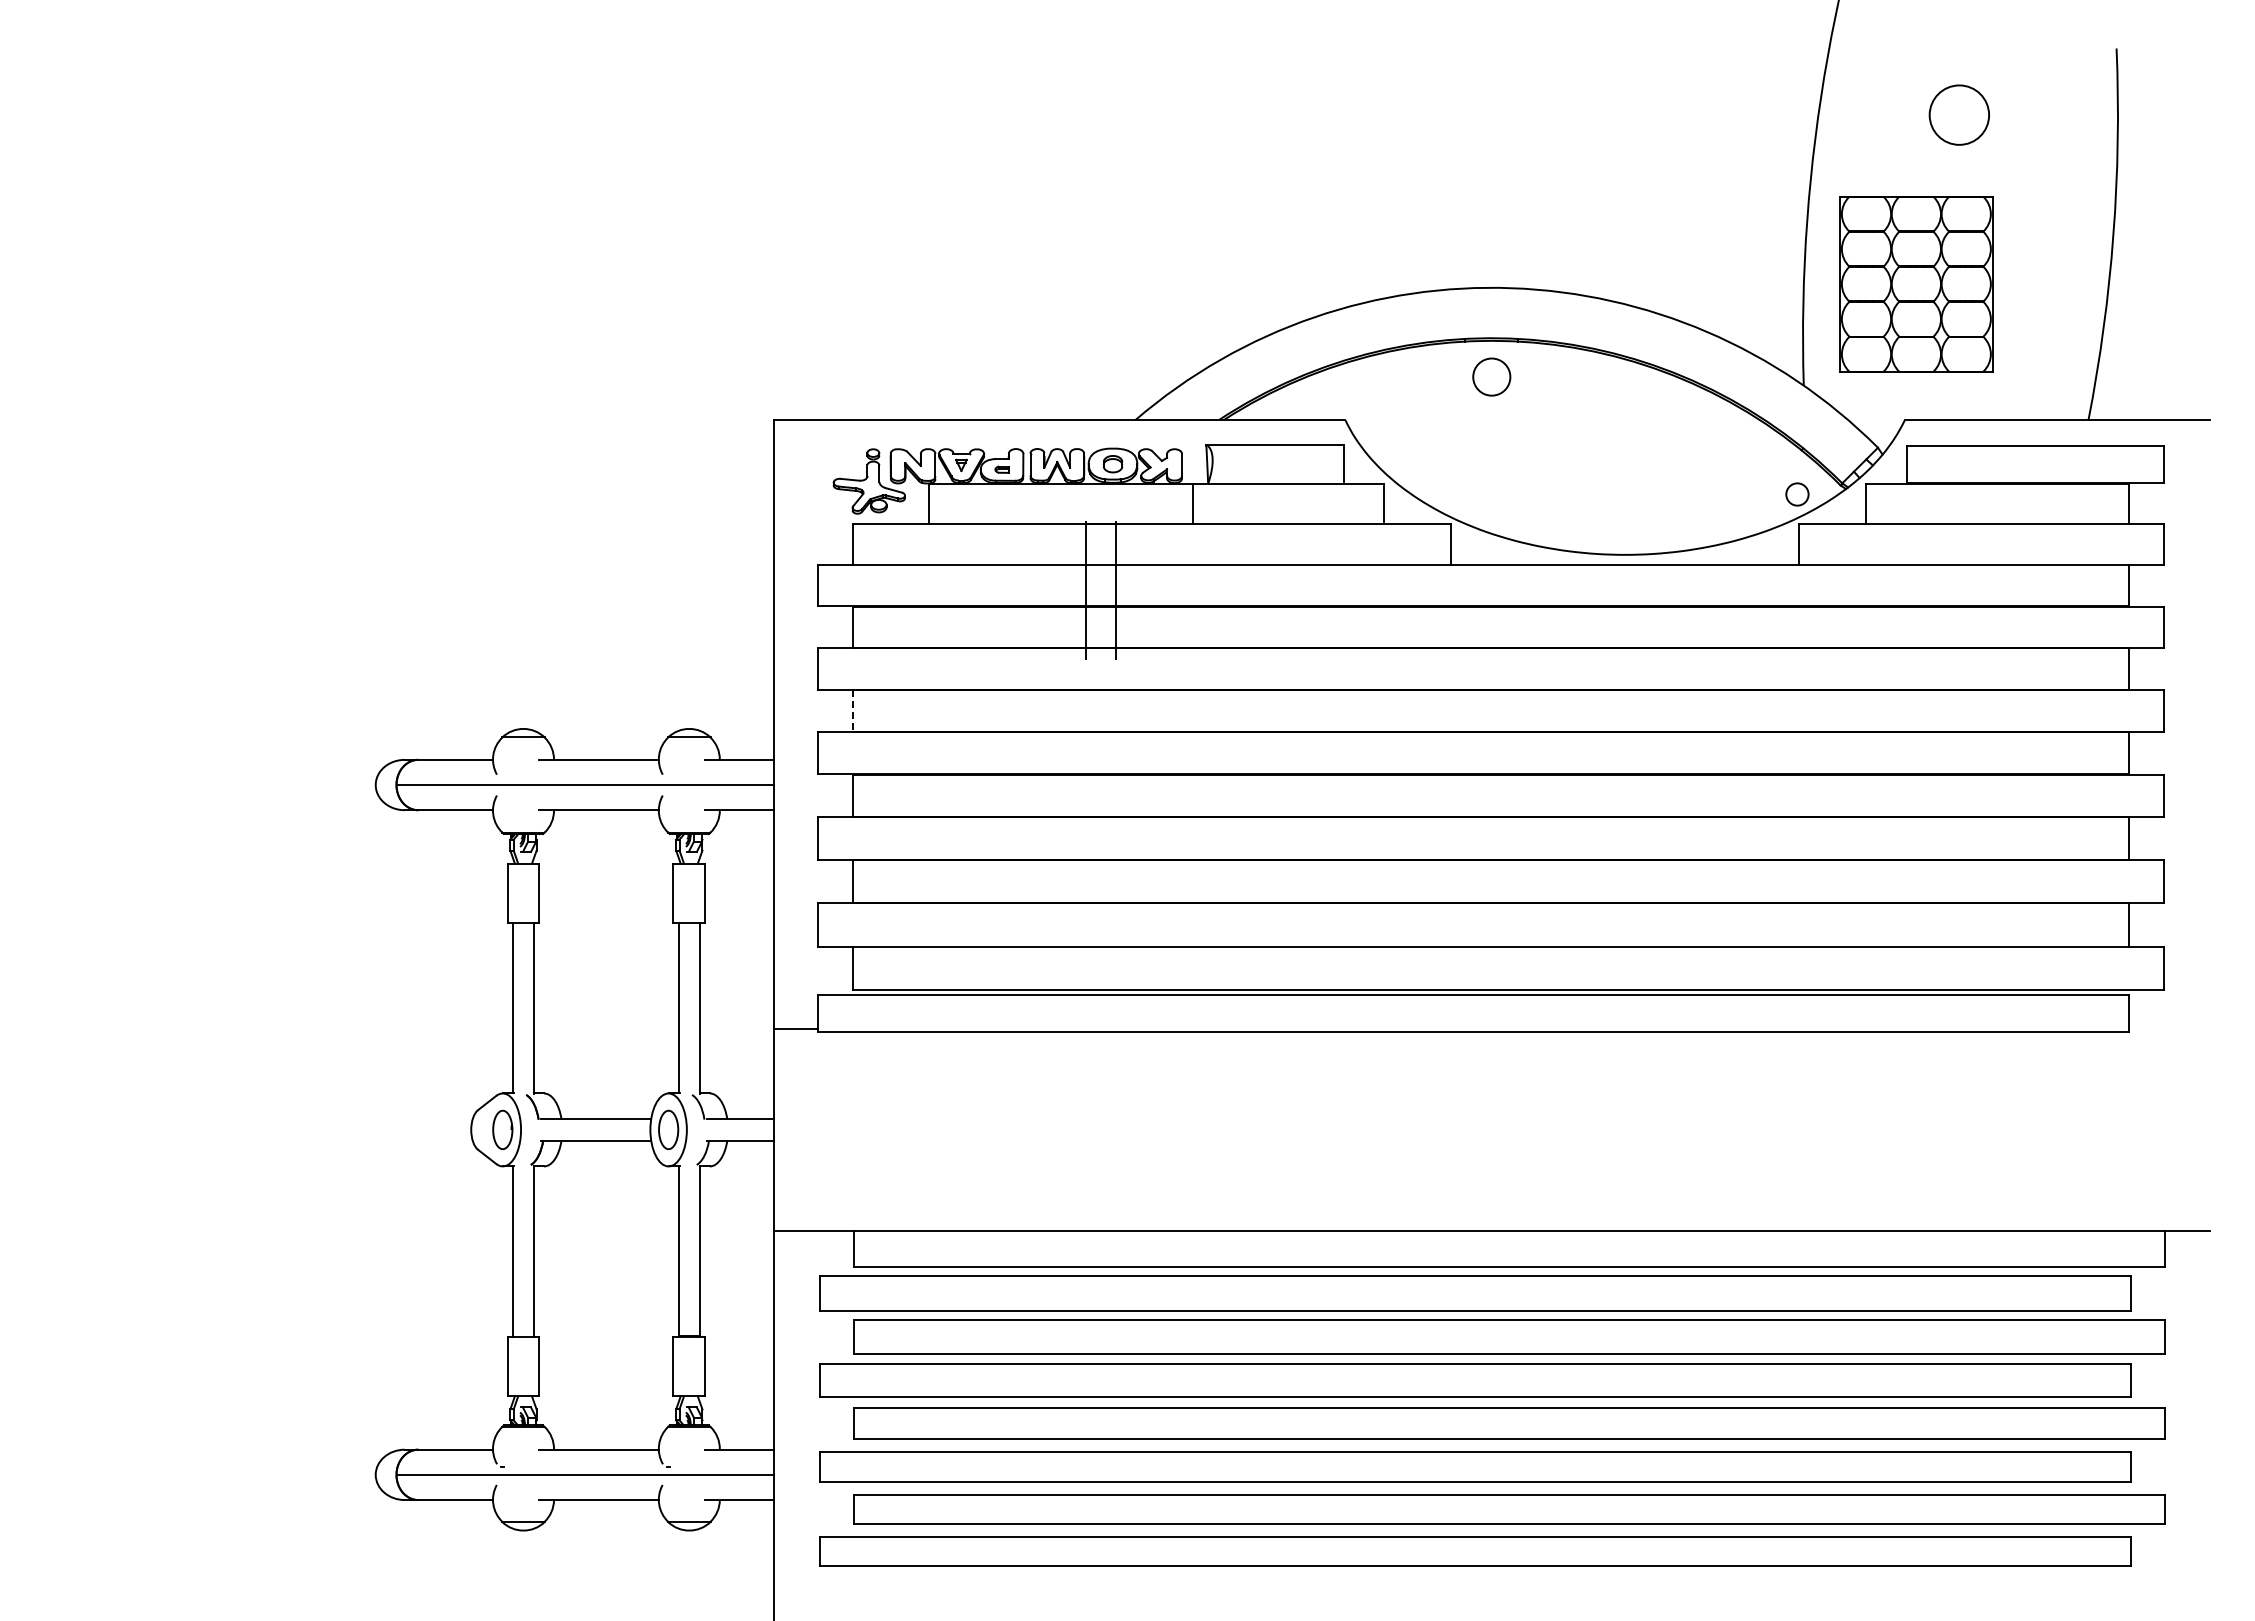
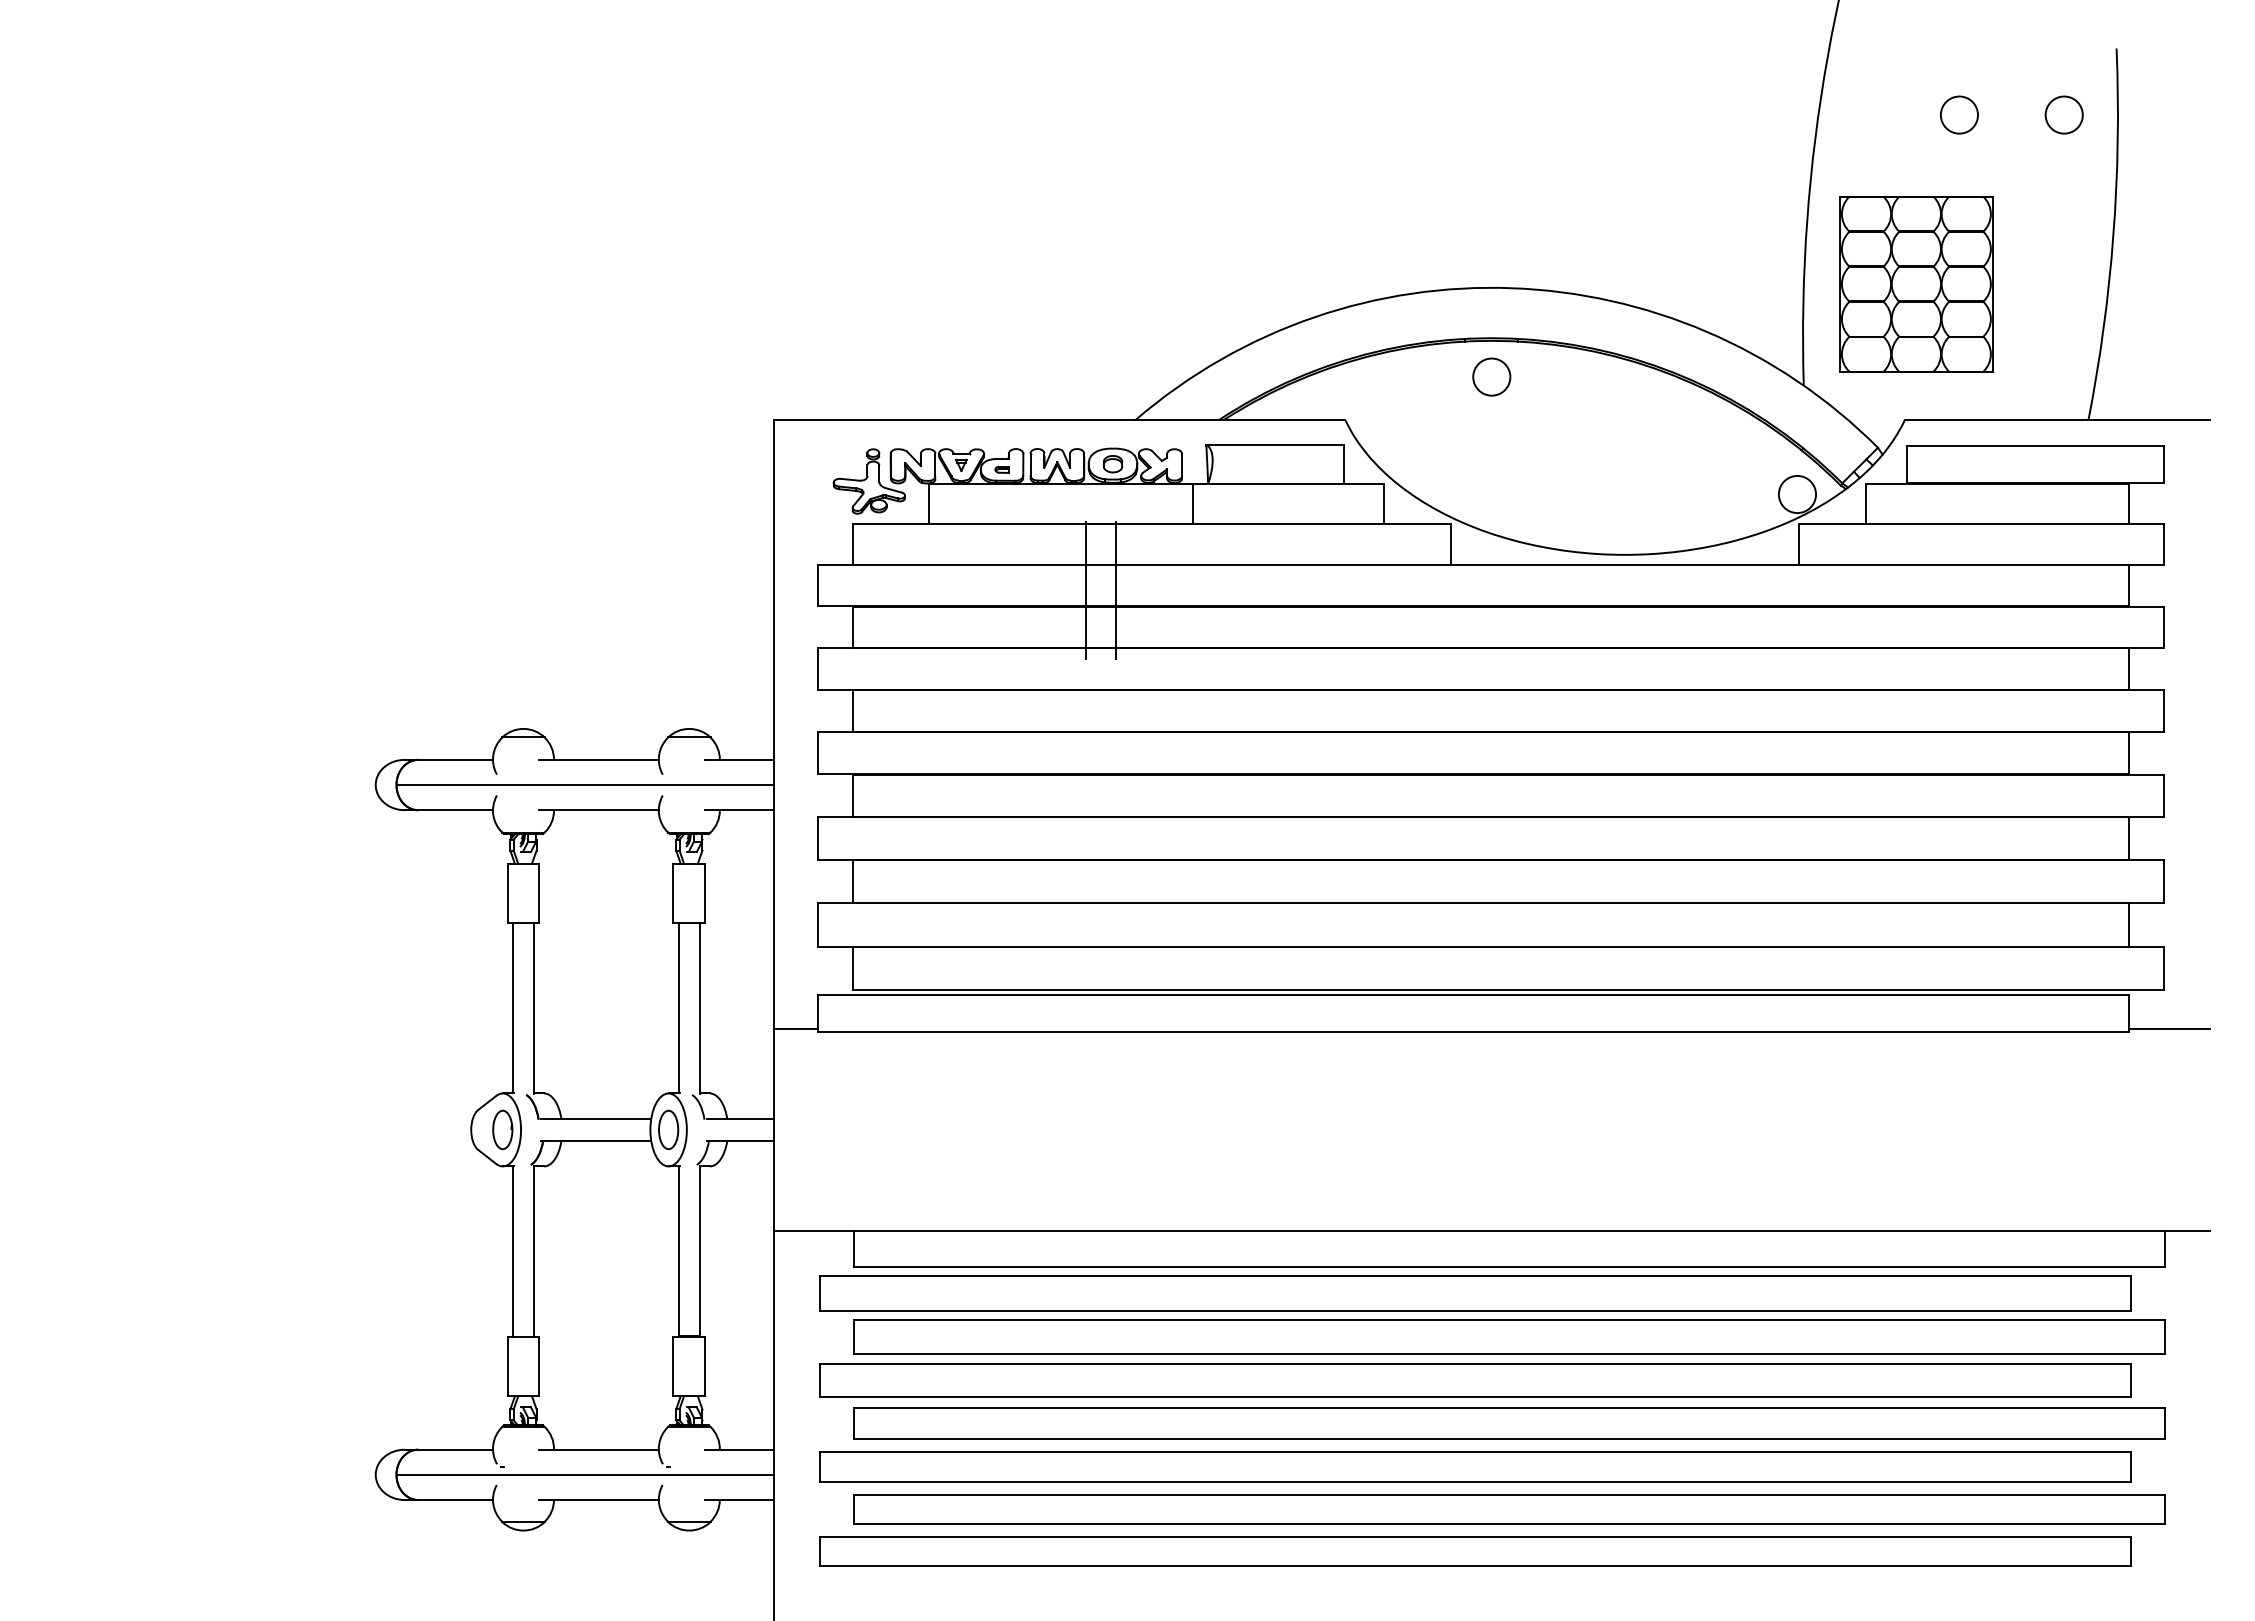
circle at (1958, 114) size: 62x62 px -> 39x40 px
circle at (2063, 114): none -> present
circle at (1797, 494) diameter: 22 px -> 37 px
line at (852, 711): dashed -> solid
line at (2169, 1029): none -> present
